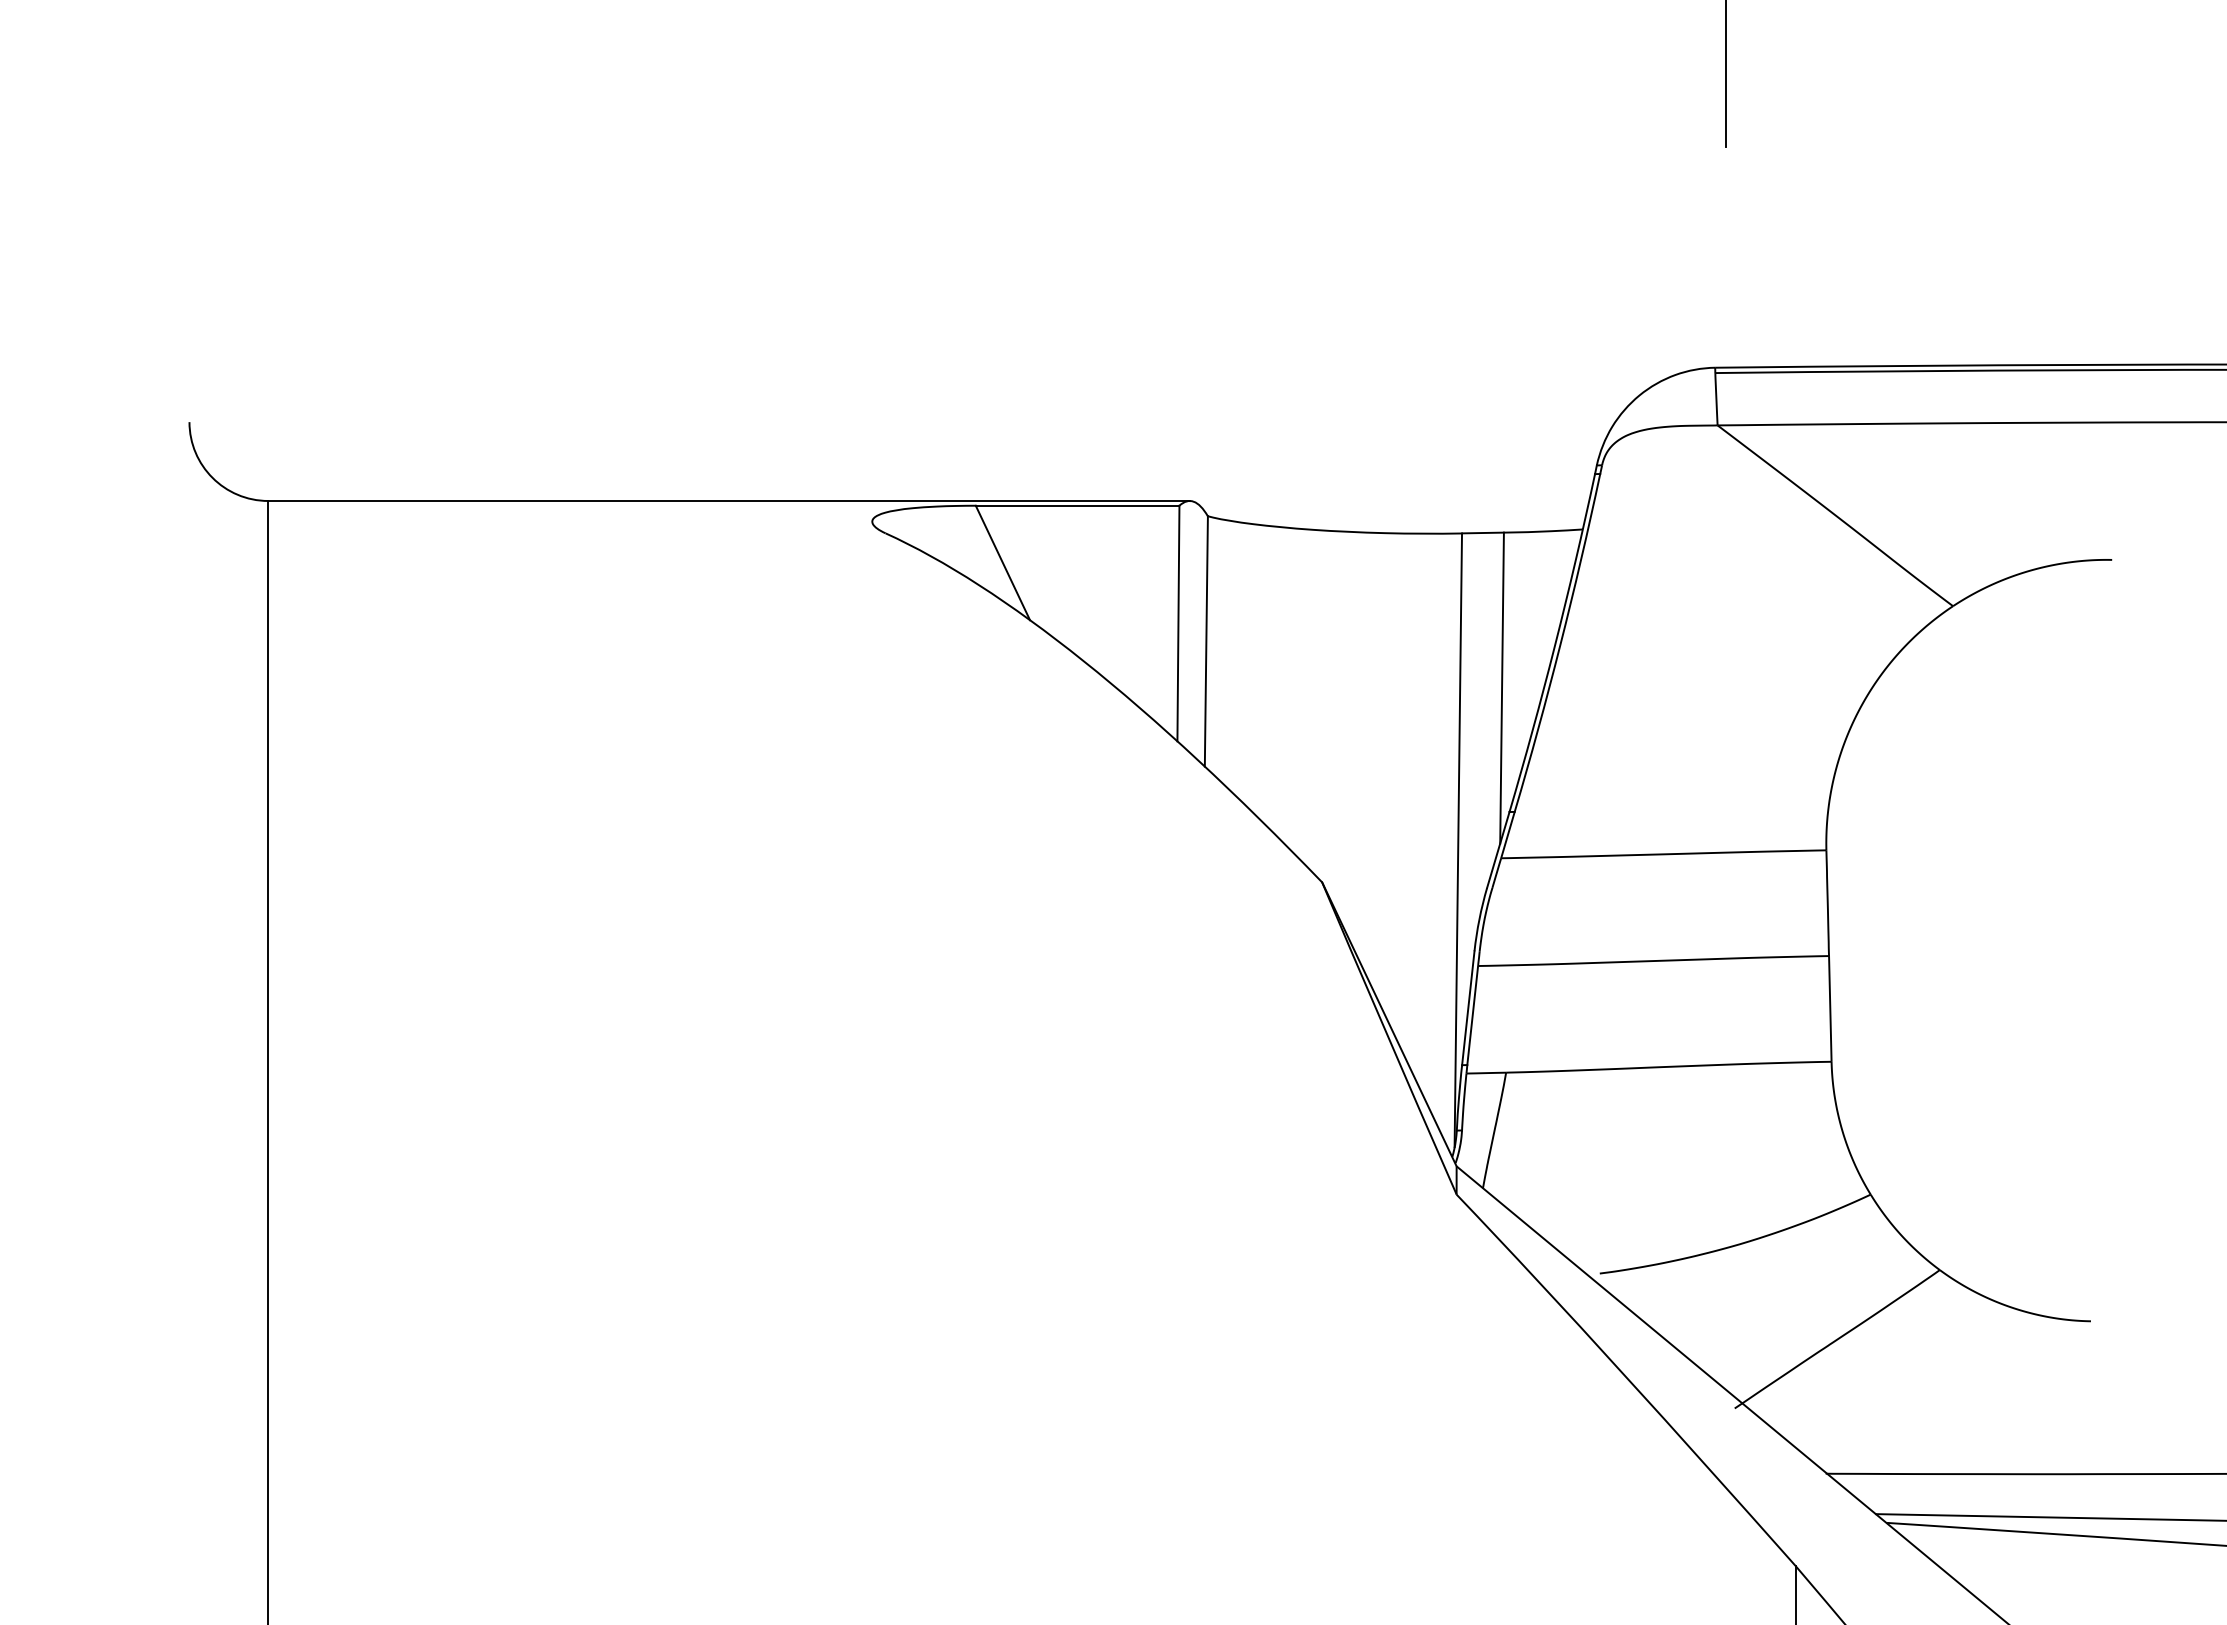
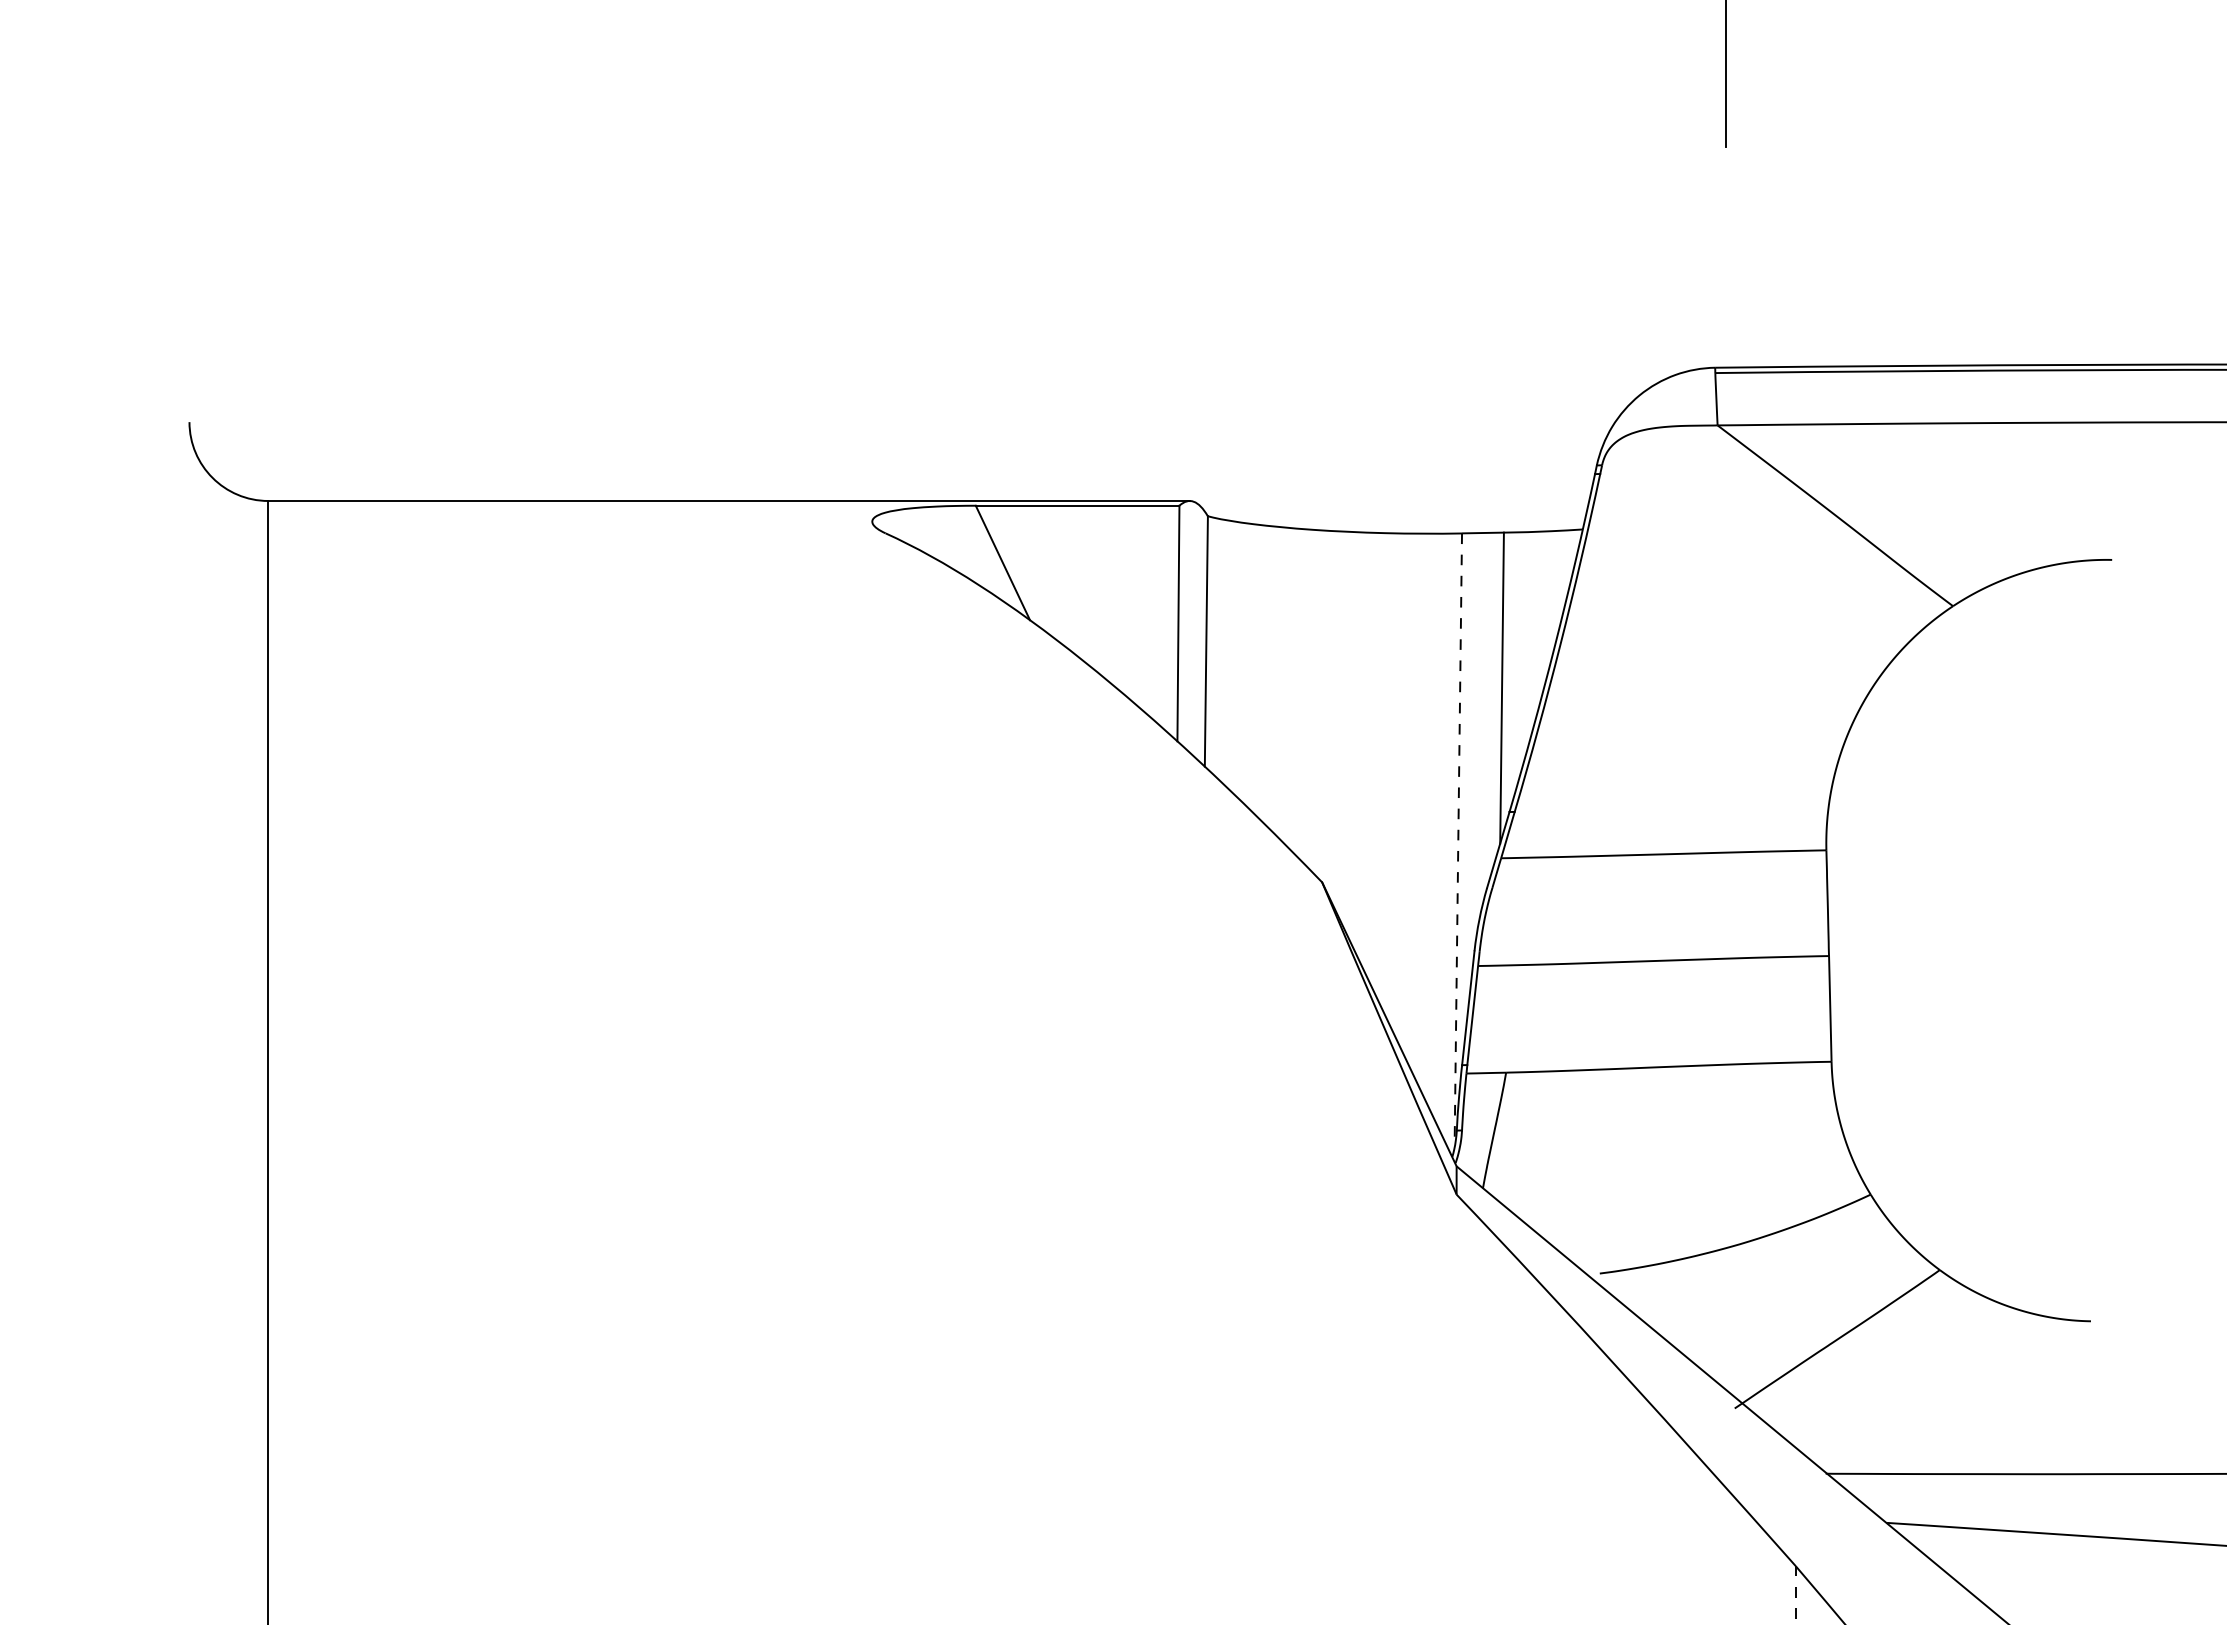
line at (1458, 840): solid -> dashed
line at (2049, 1517): present -> none
line at (1795, 1595): solid -> dashed
